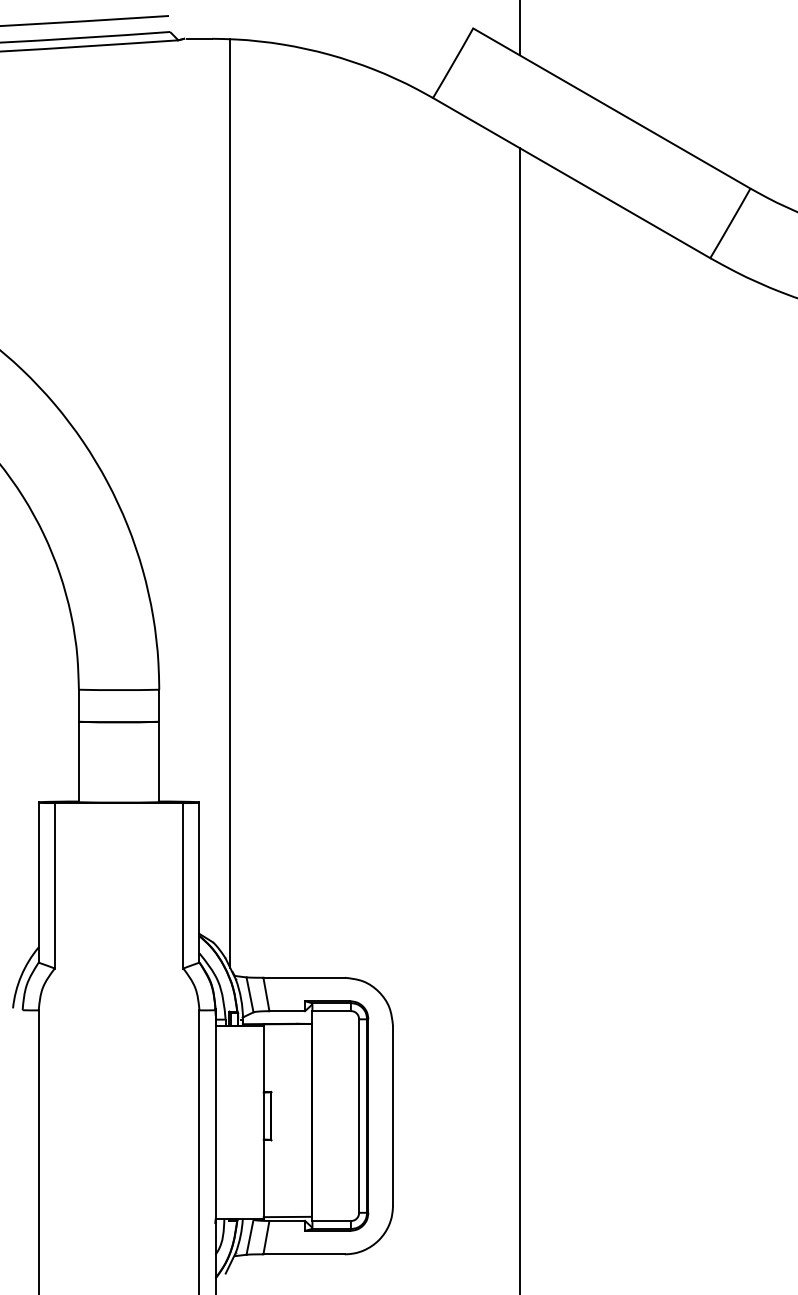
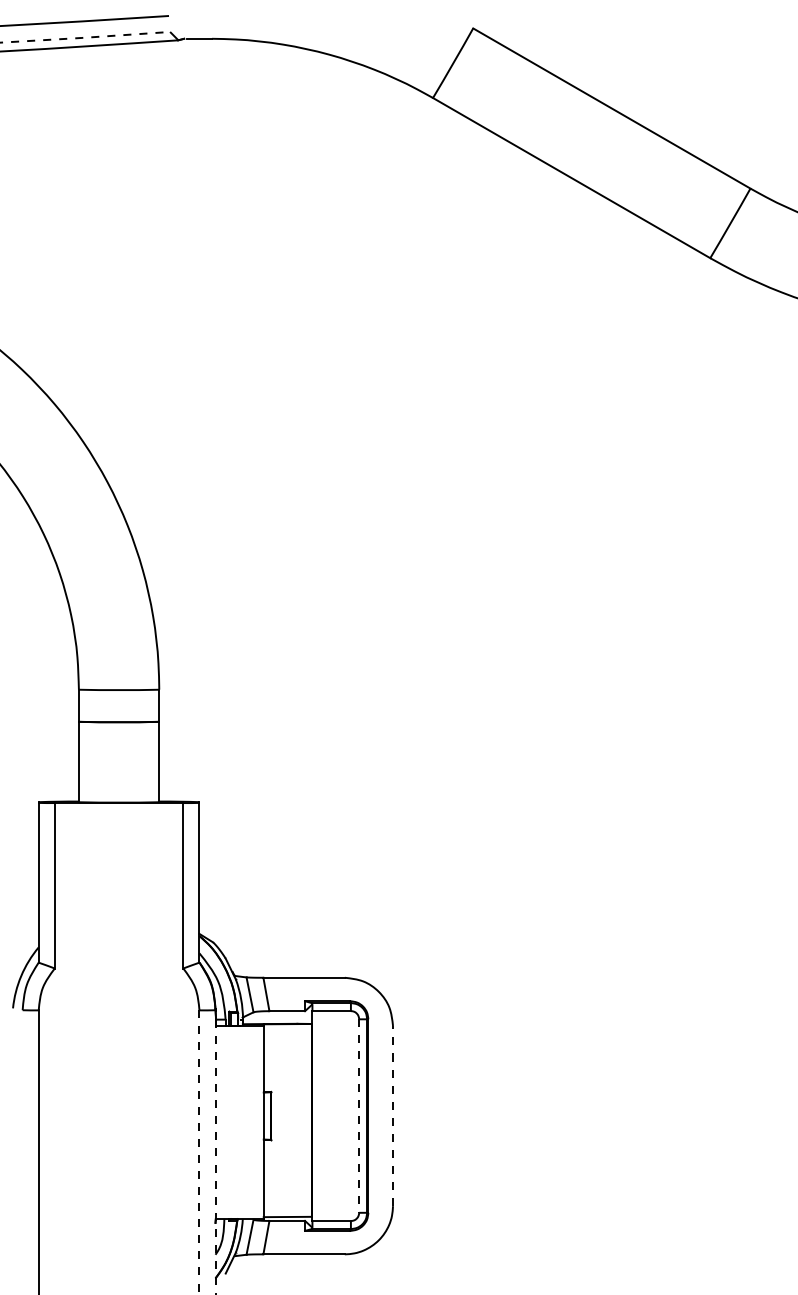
line at (519, 28): present -> none
arc at (84, 37): solid -> dashed
line at (230, 503): present -> none
line at (519, 719): present -> none
line at (393, 1115): solid -> dashed
line at (359, 1116): solid -> dashed
line at (199, 1152): solid -> dashed
line at (215, 1152): solid -> dashed
